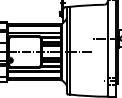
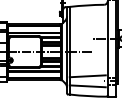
line at (87, 76): none -> present
line at (87, 86): none -> present
